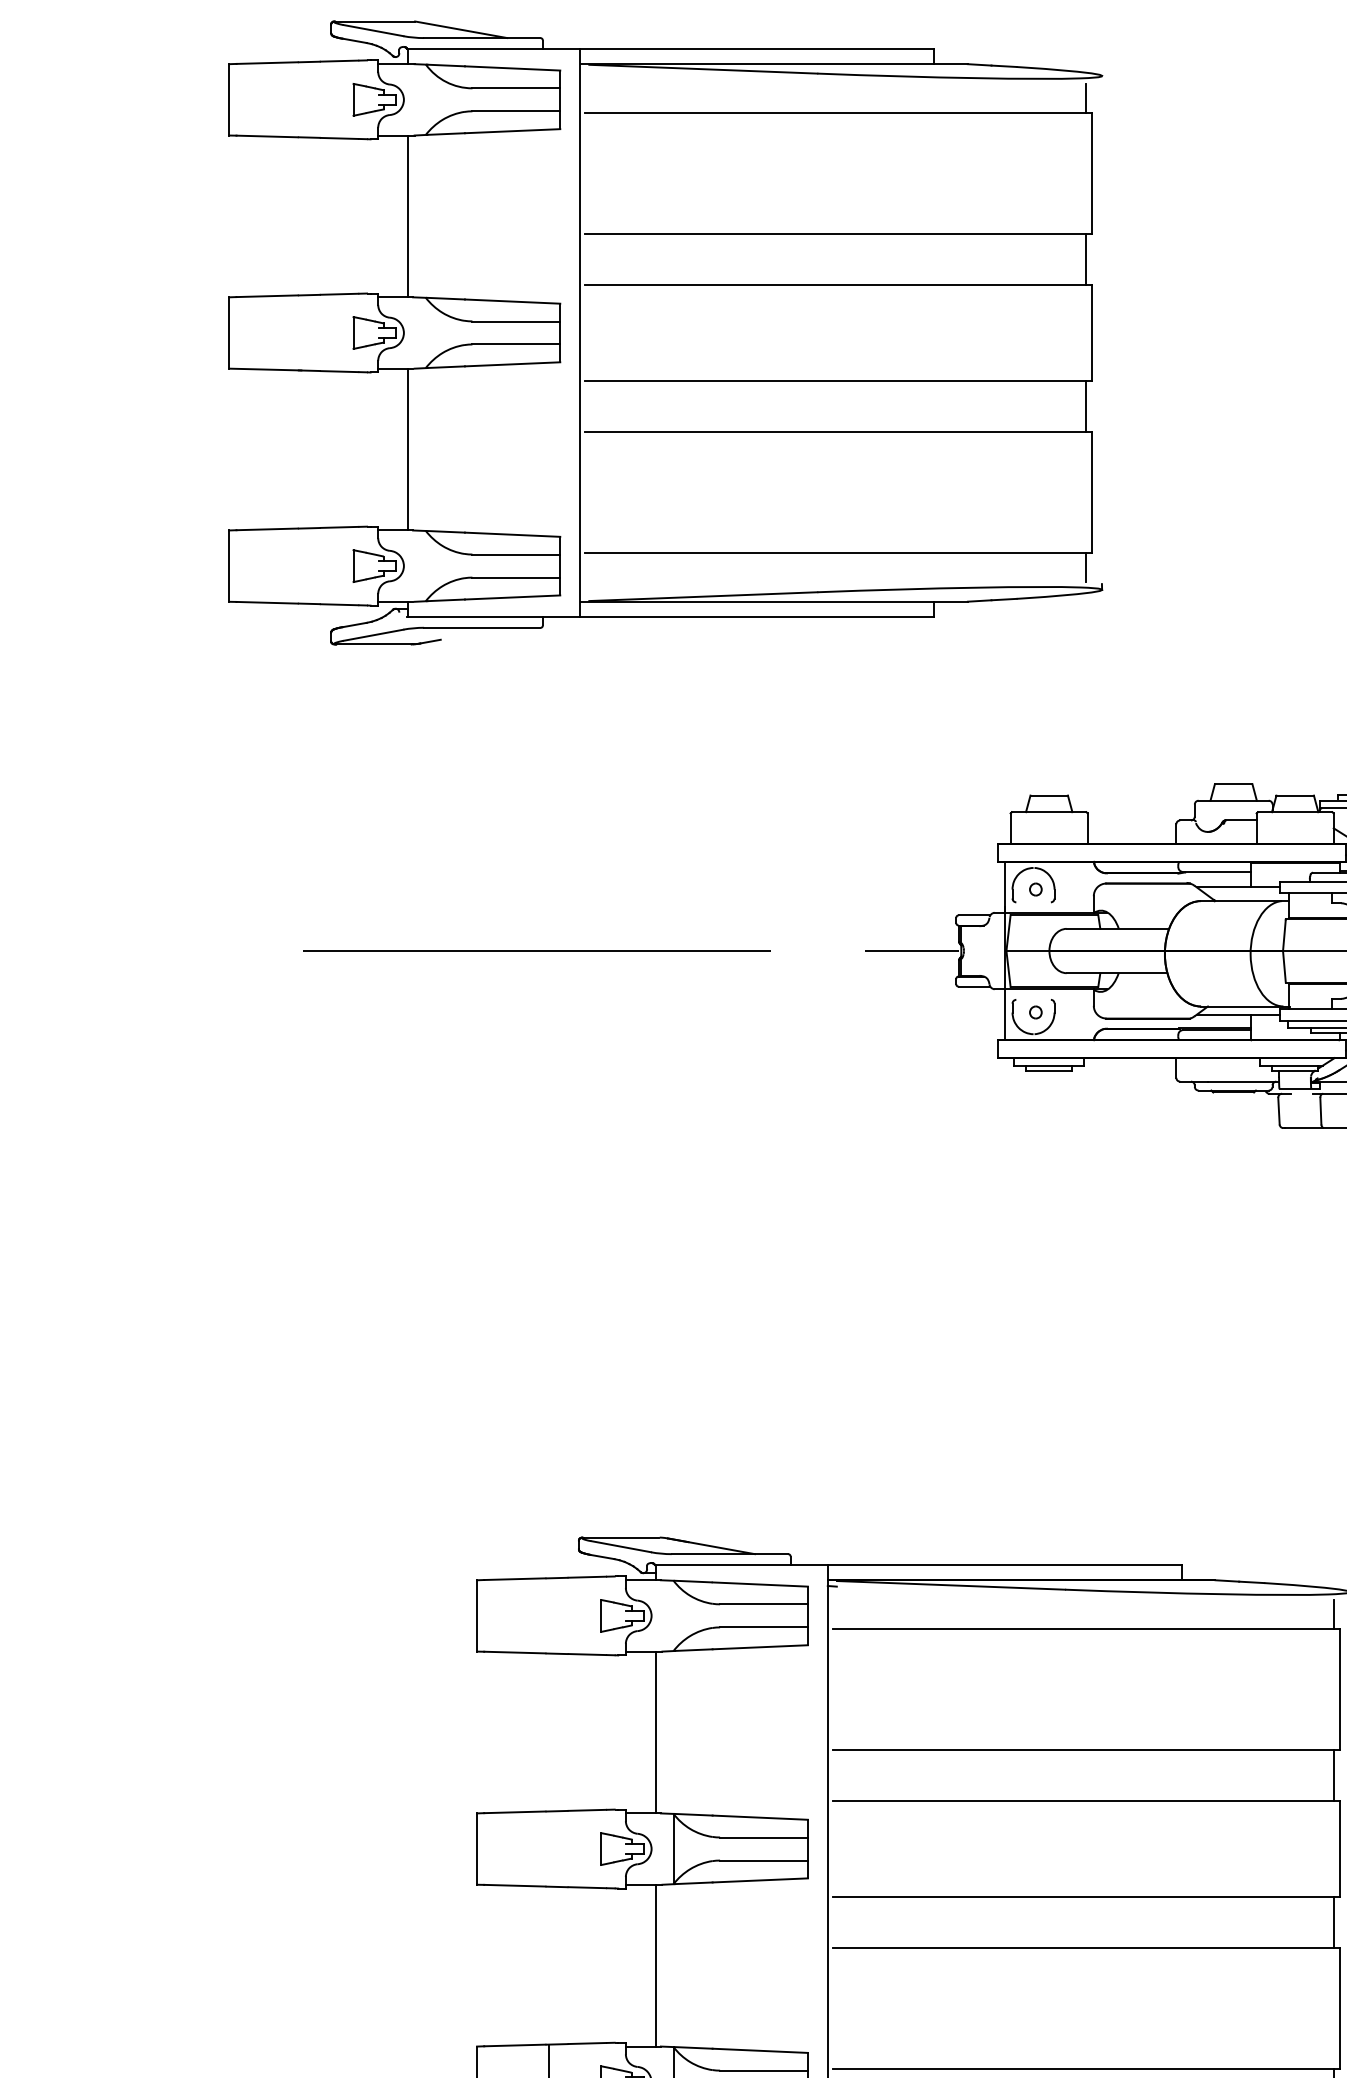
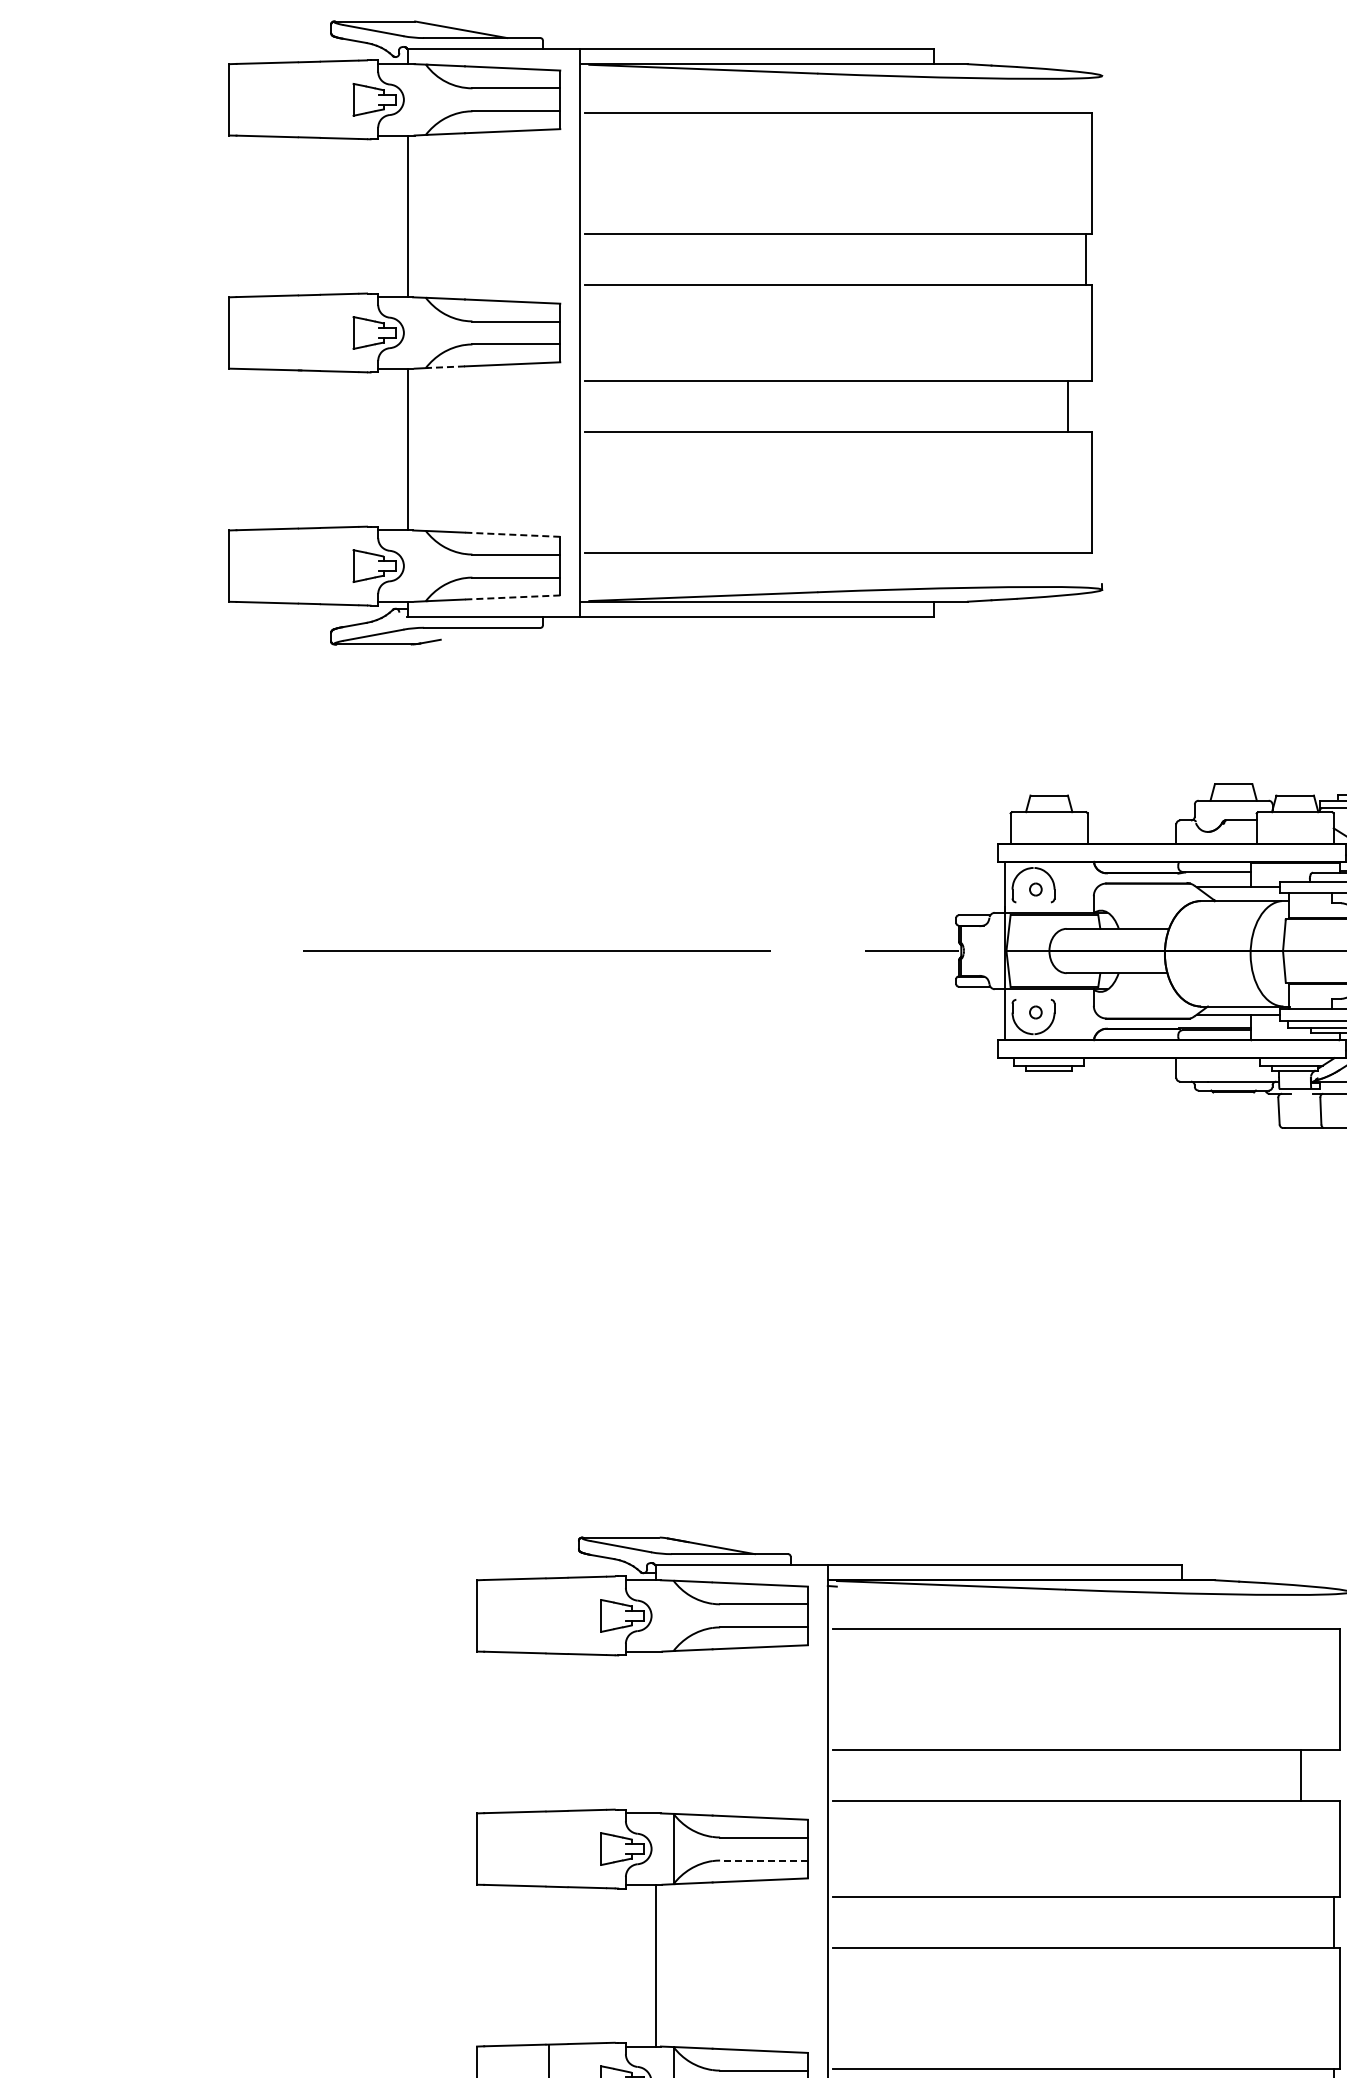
line at (1086, 98): present -> none
line at (445, 367): solid -> dashed
line at (1086, 405) position: (1086, 405) -> (1068, 405)
line at (512, 534): solid -> dashed
line at (1086, 566): present -> none
line at (512, 597): solid -> dashed
line at (1333, 1614): present -> none
line at (656, 1732): present -> none
line at (1333, 1775) position: (1333, 1775) -> (1300, 1775)
line at (764, 1860): solid -> dashed
